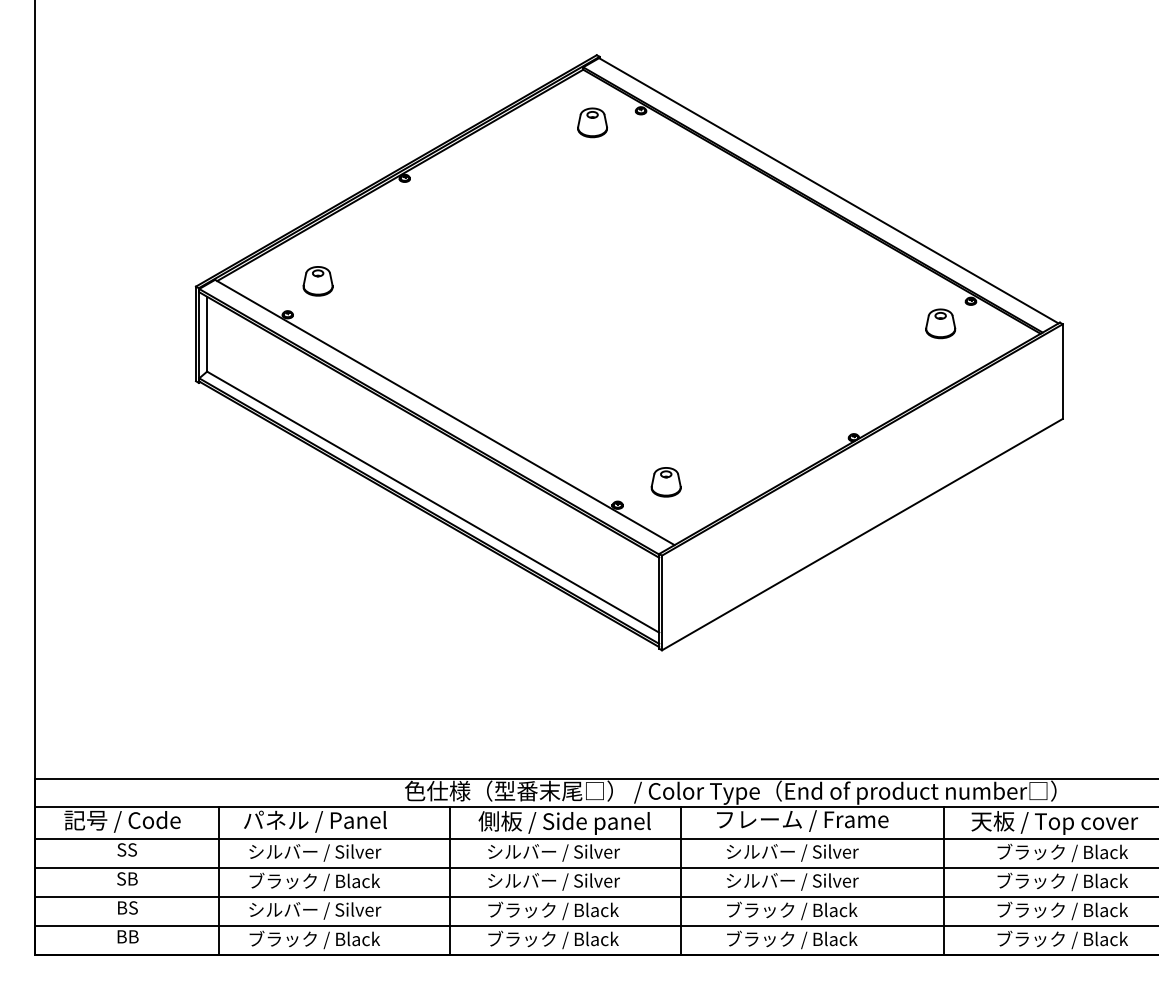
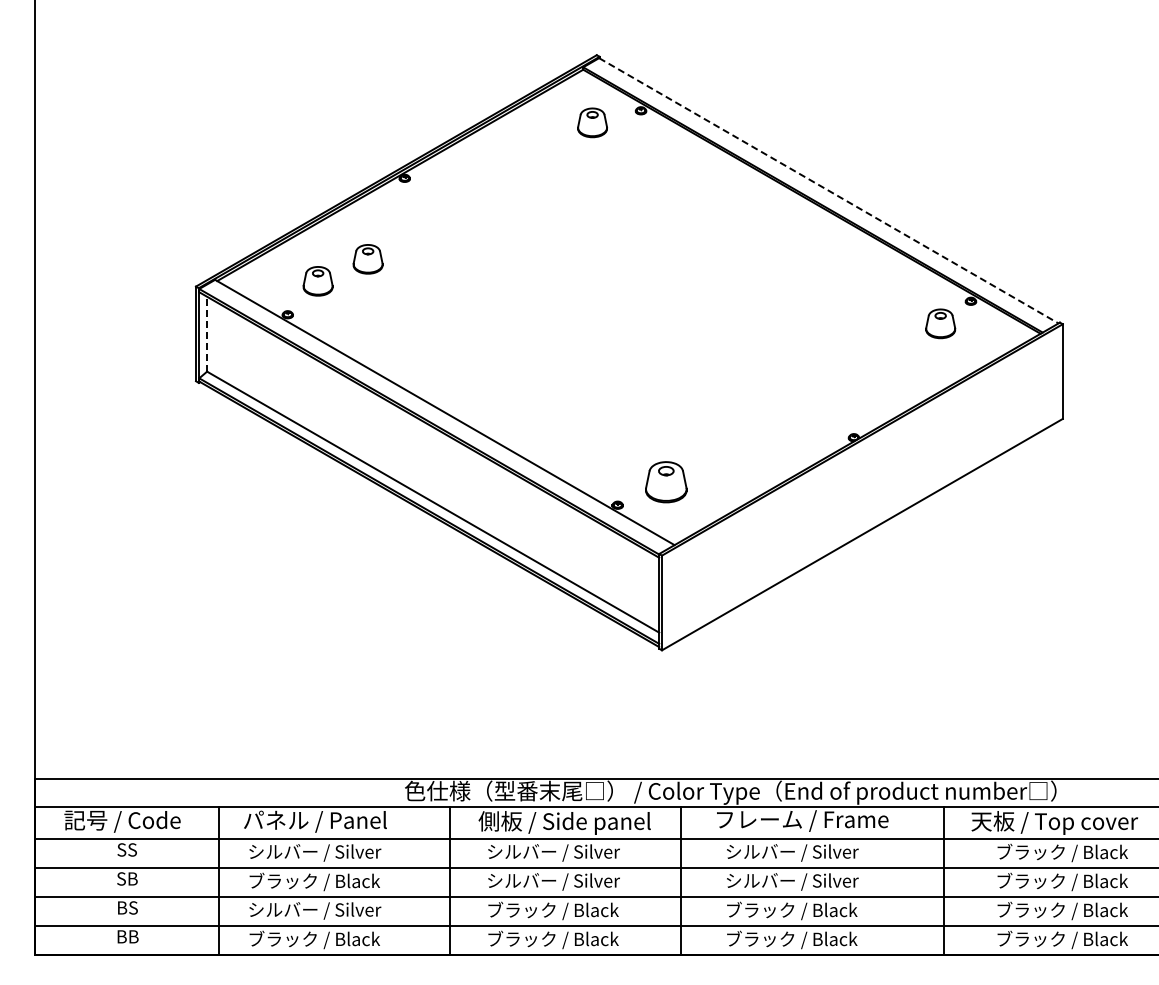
line at (829, 191): solid -> dashed
part at (367, 259): none -> present
line at (207, 333): solid -> dashed
part at (665, 482) size: 32x31 px -> 43x43 px
